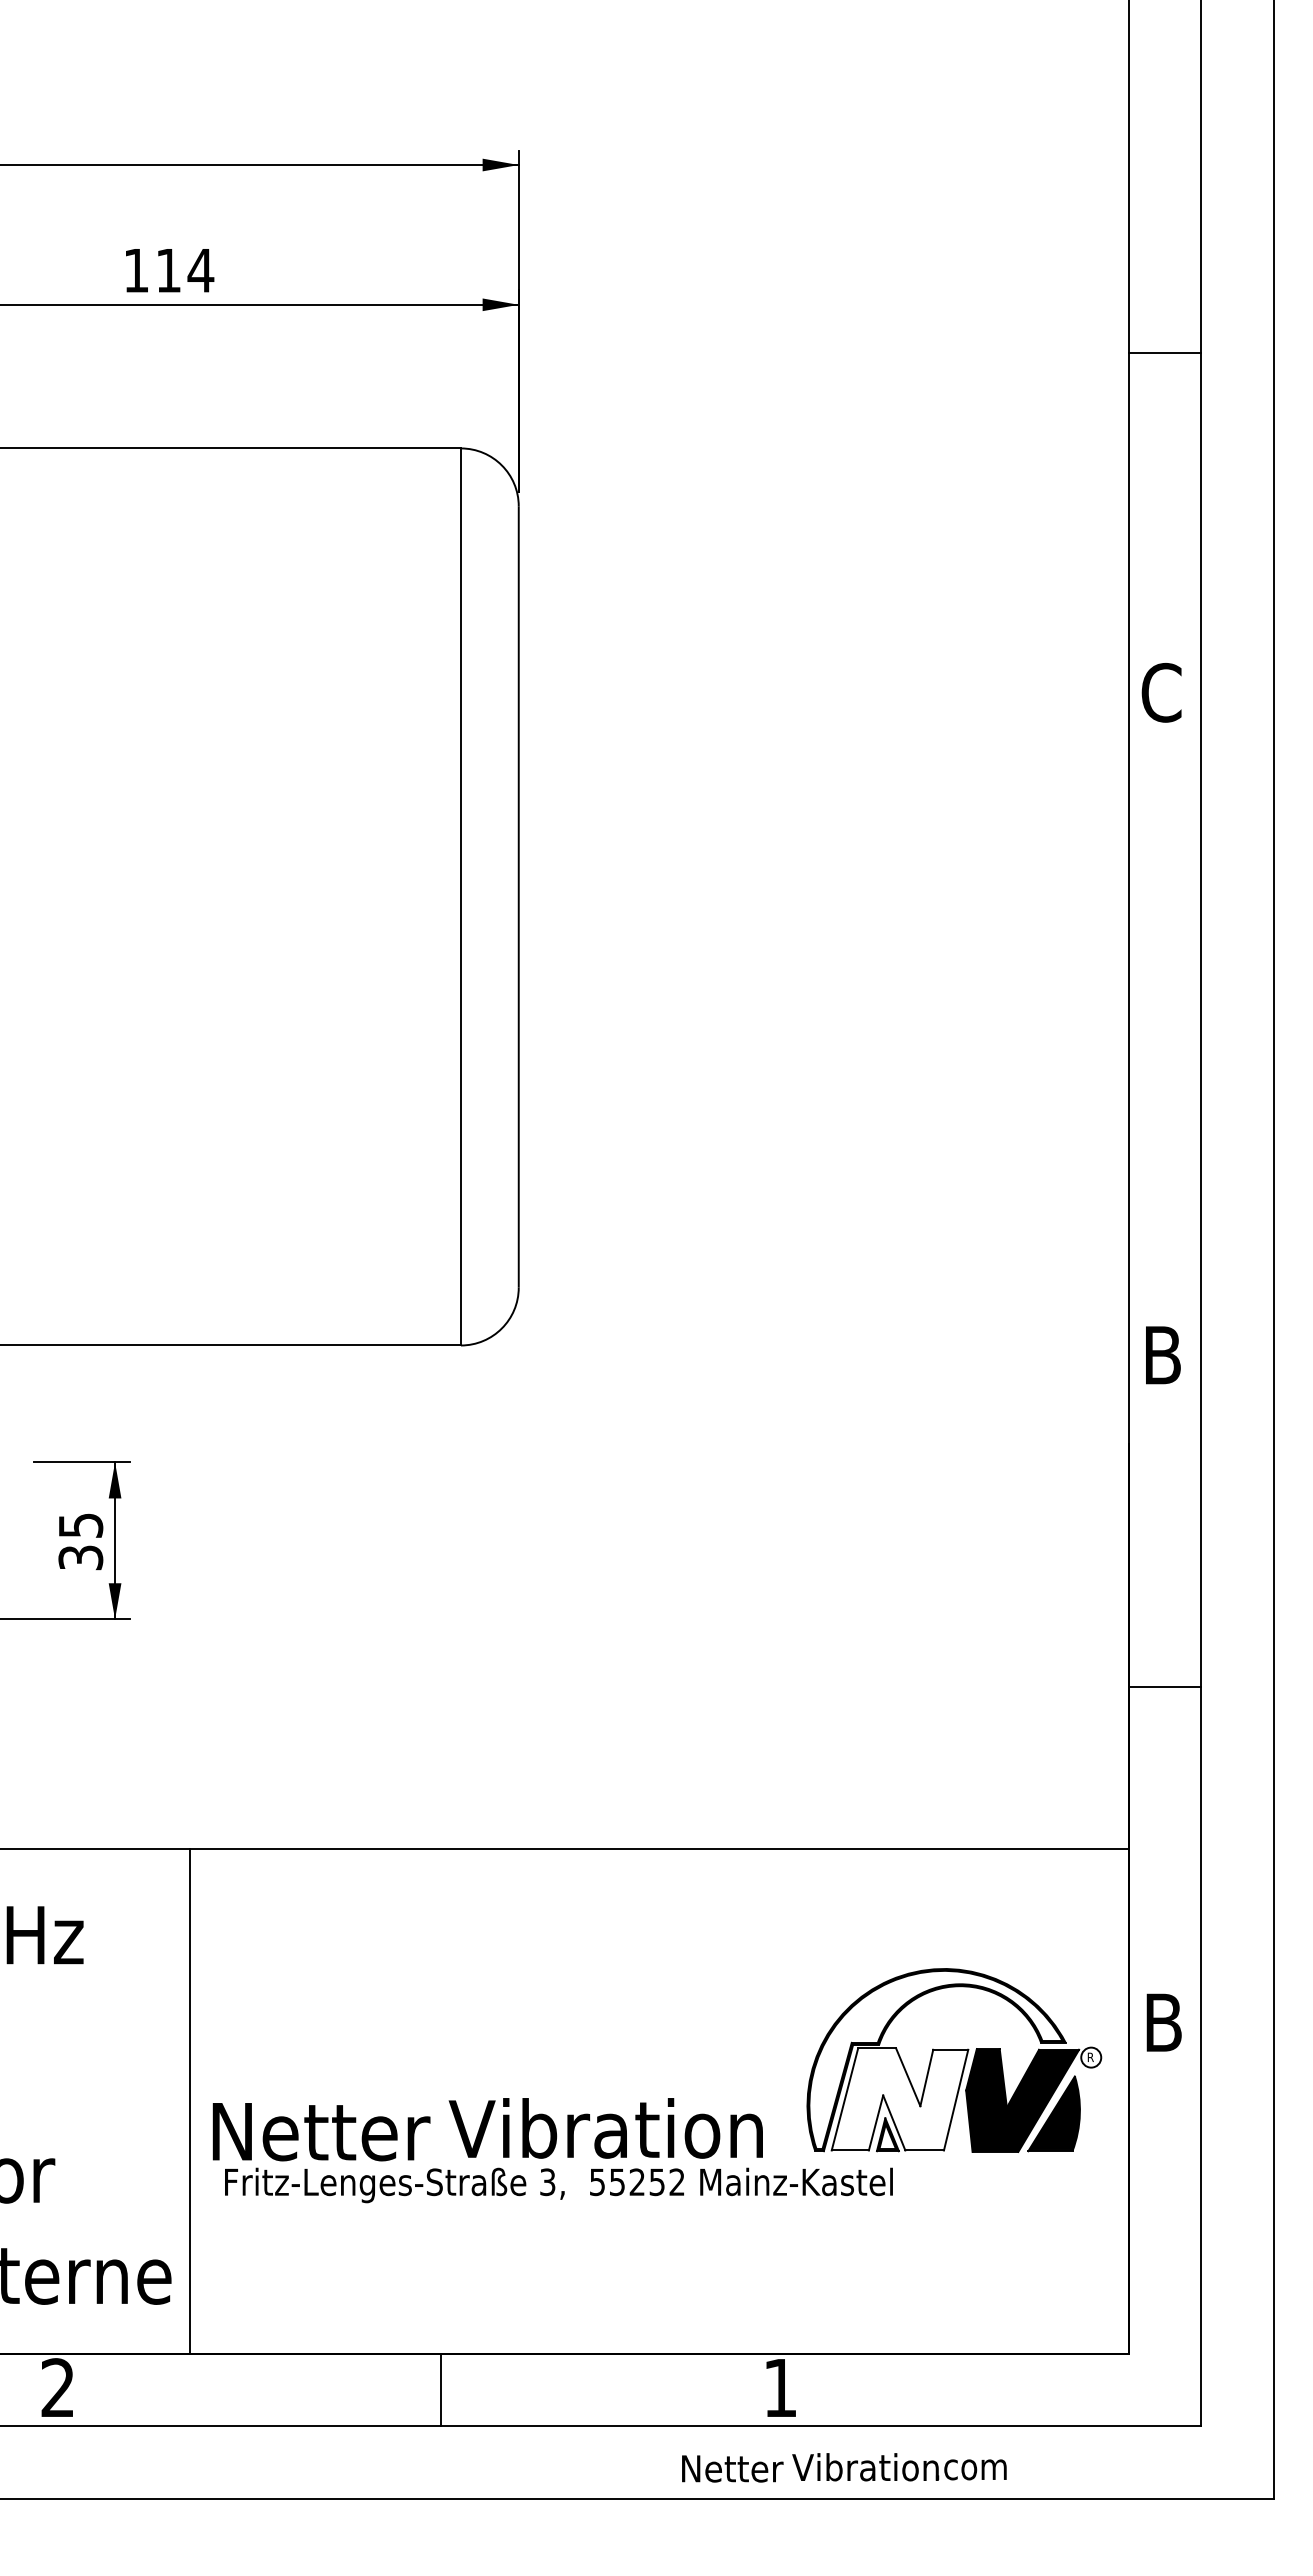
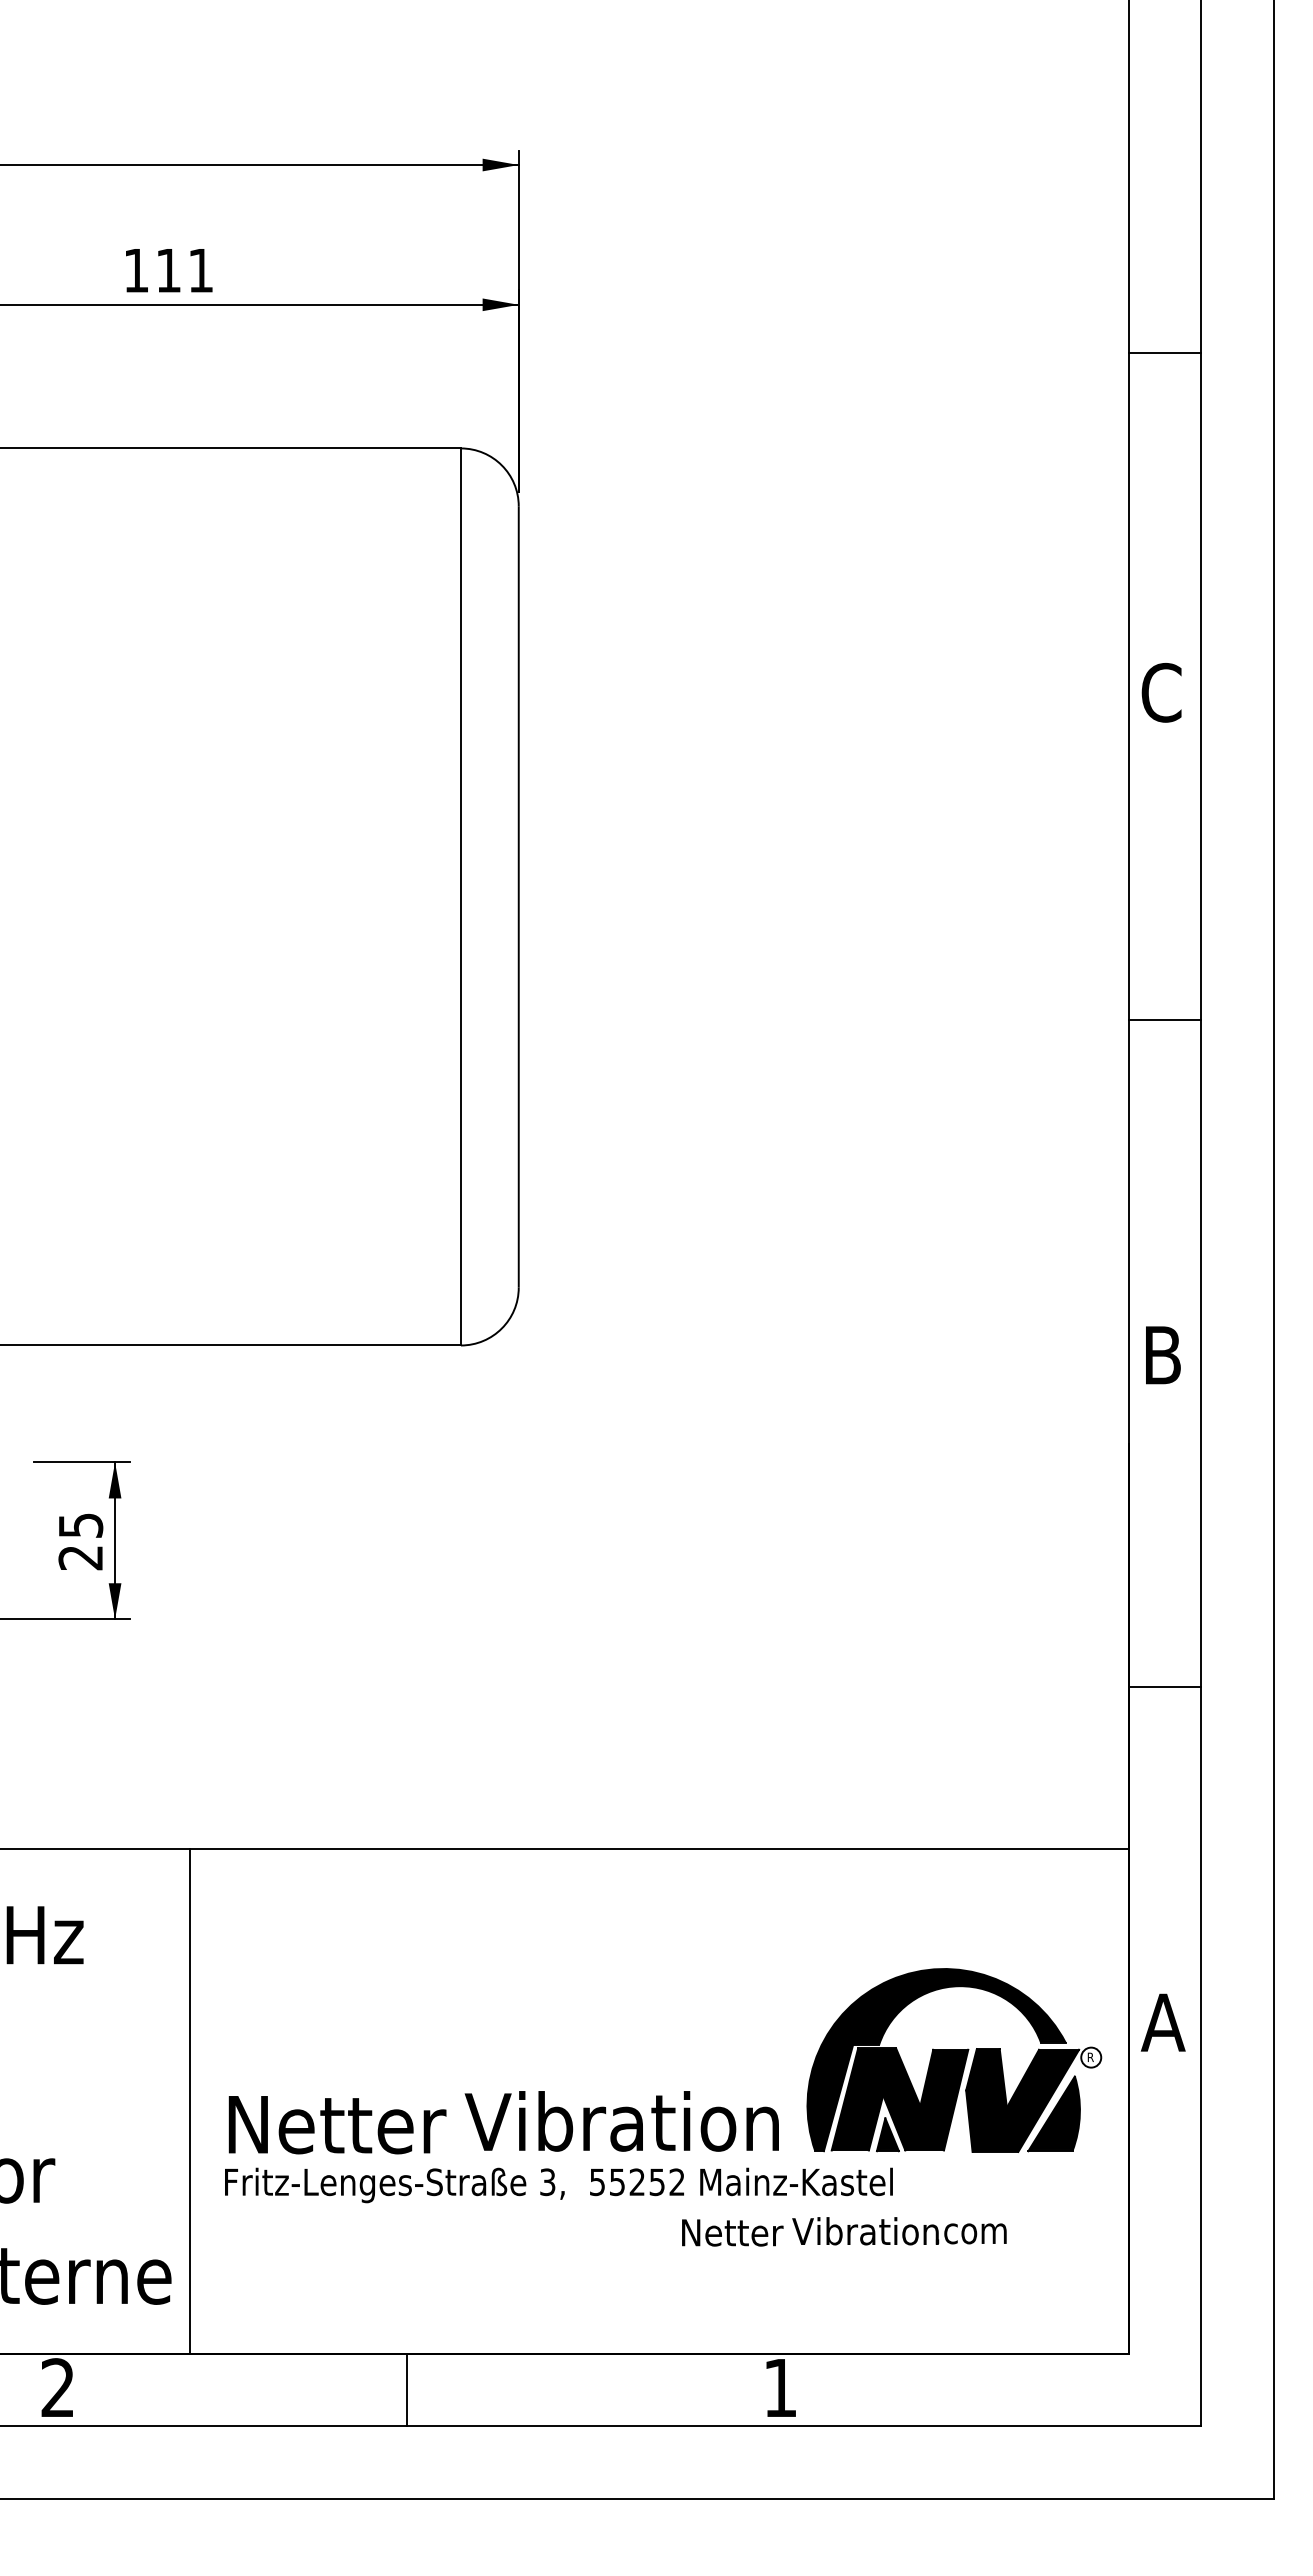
text at (200, 270): 114 -> 111
line at (1165, 1020): none -> present
text at (80, 1557): 35 -> 25
text at (1162, 2022): B -> A
fill at (935, 2059): none -> present
fill at (899, 2099): none -> present
text at (487, 2129) position: (487, 2129) -> (503, 2122)
fill at (887, 2136): none -> present
line at (440, 2390) position: (440, 2390) -> (406, 2390)
text at (844, 2467) position: (844, 2467) -> (844, 2231)
